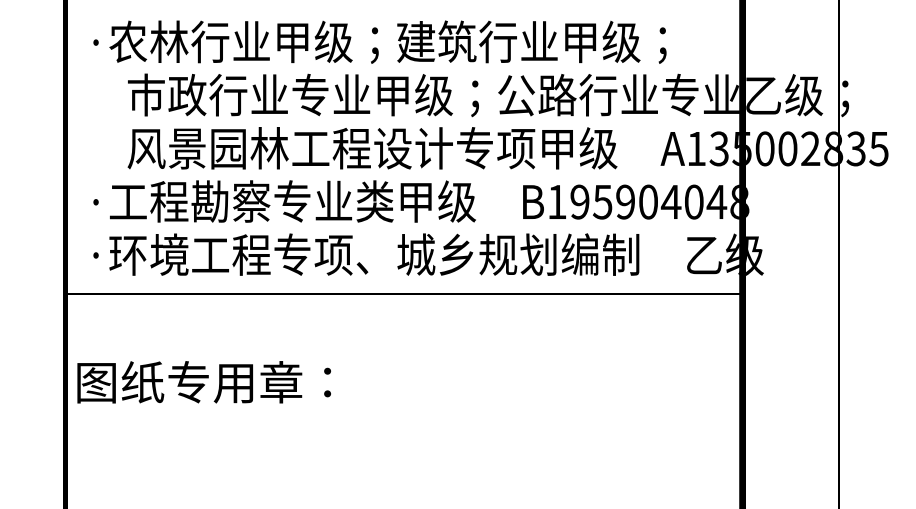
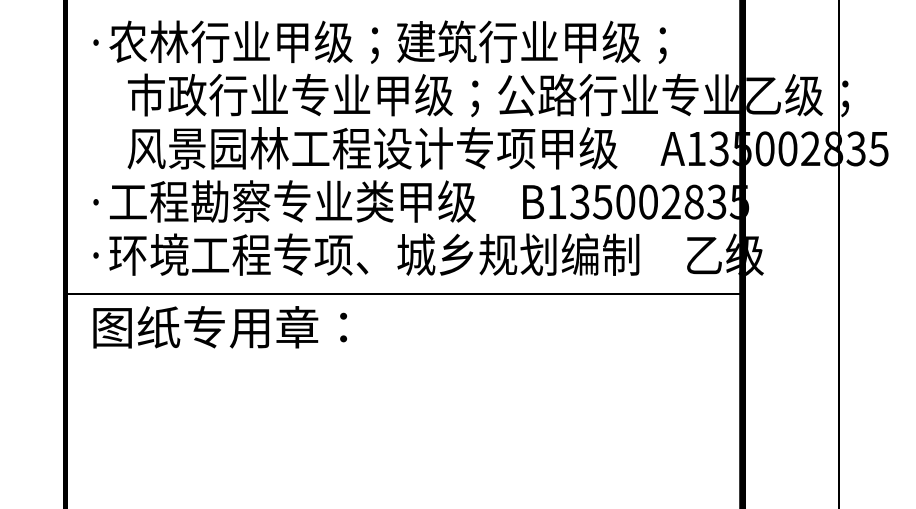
text at (659, 201): B195904048 -> B135002835
text at (203, 382) position: (203, 382) -> (219, 327)
